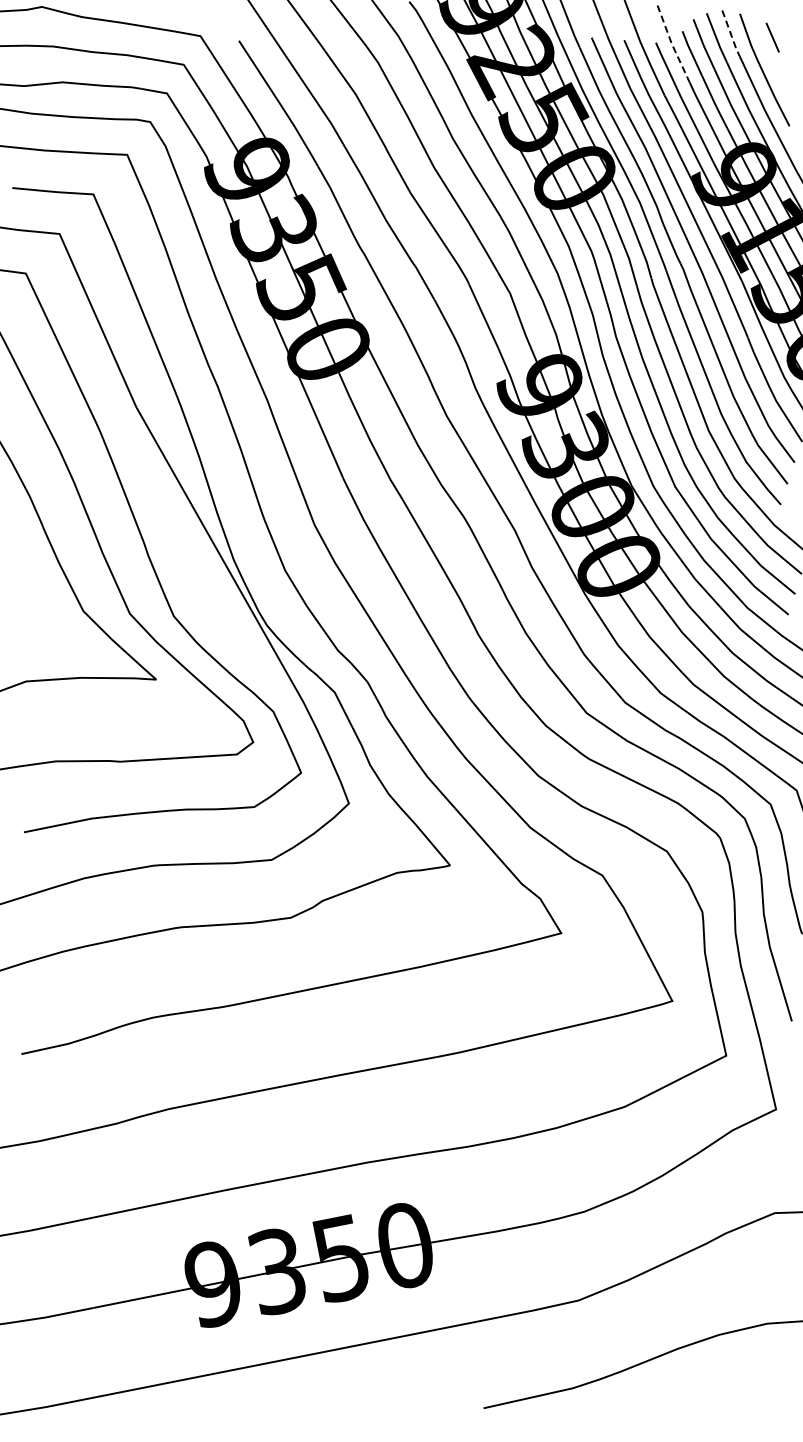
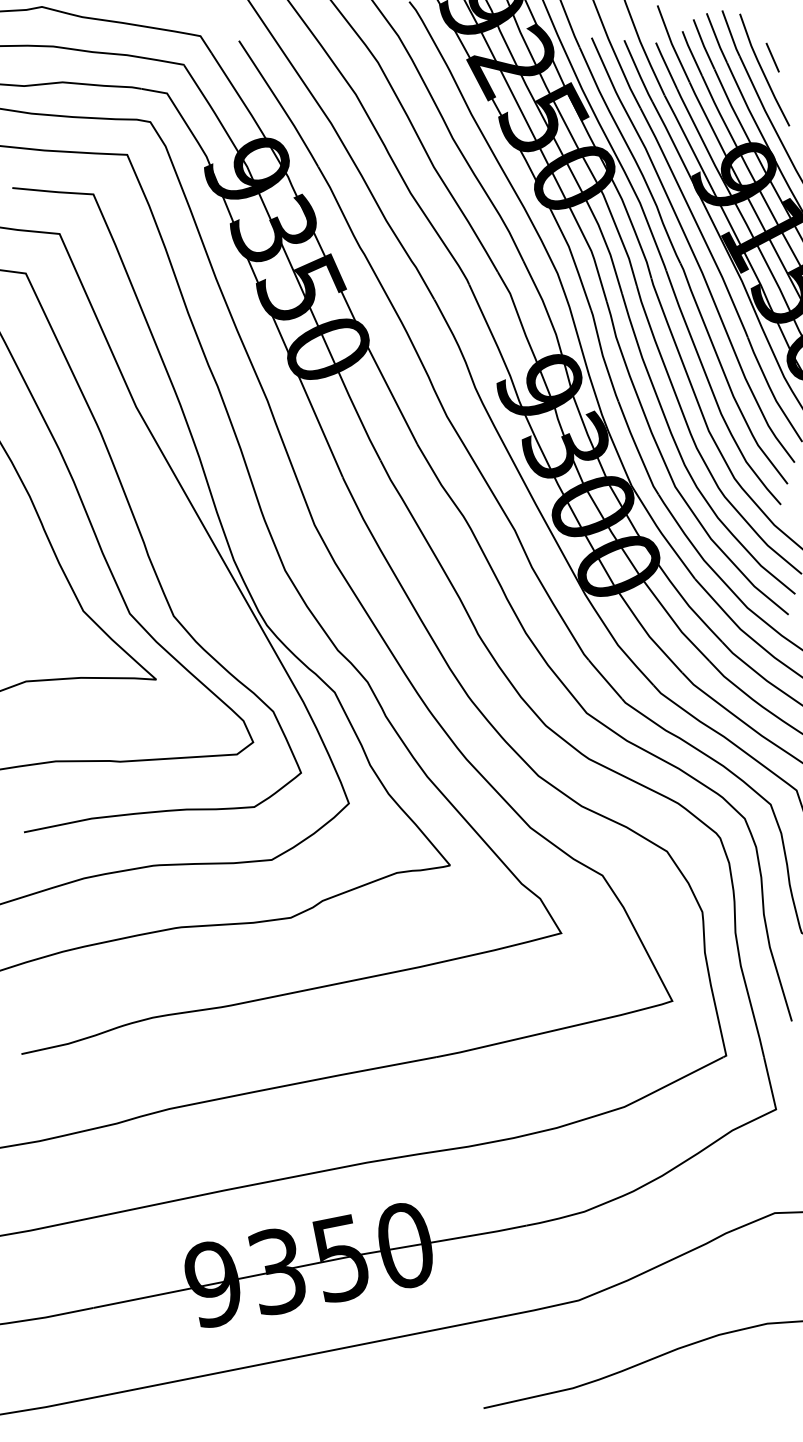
line at (731, 34): dashed -> solid
line at (772, 37) position: (772, 37) -> (772, 57)
line at (671, 43): dashed -> solid
